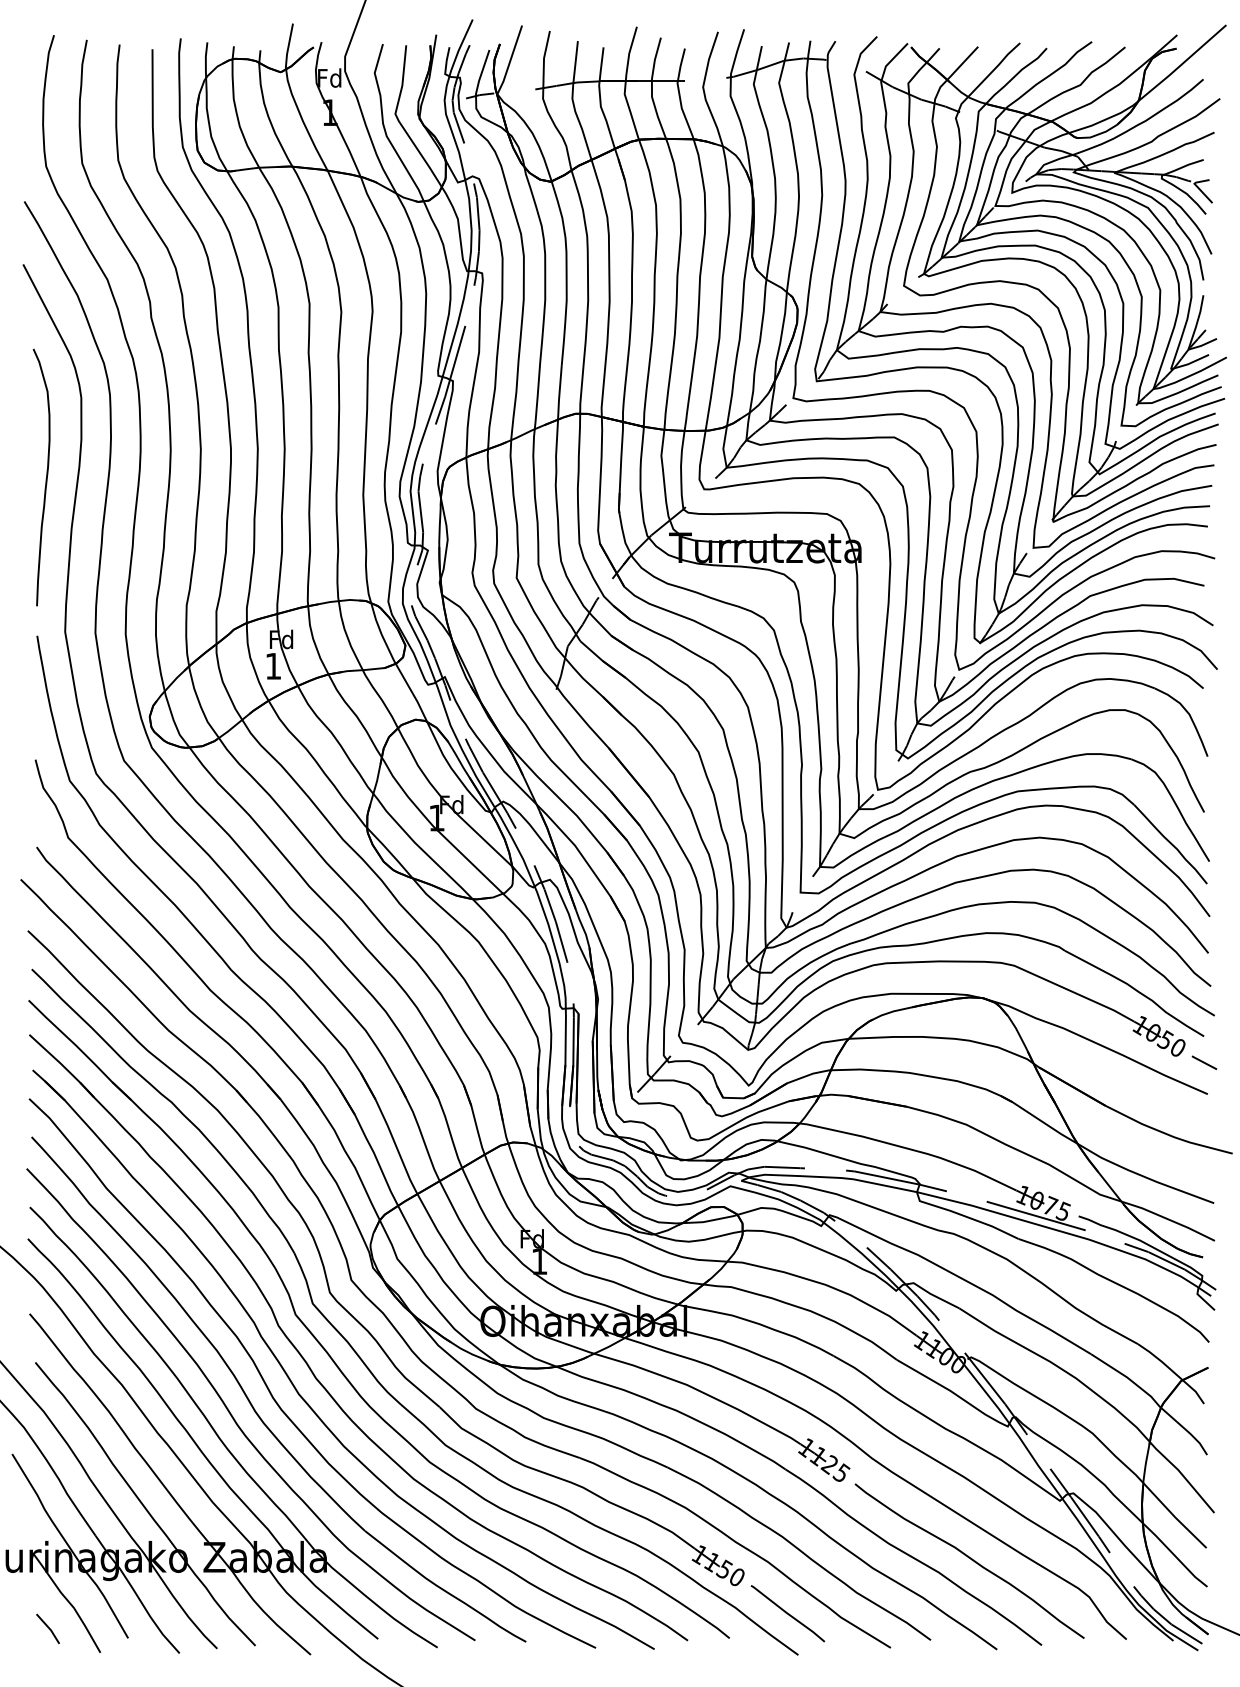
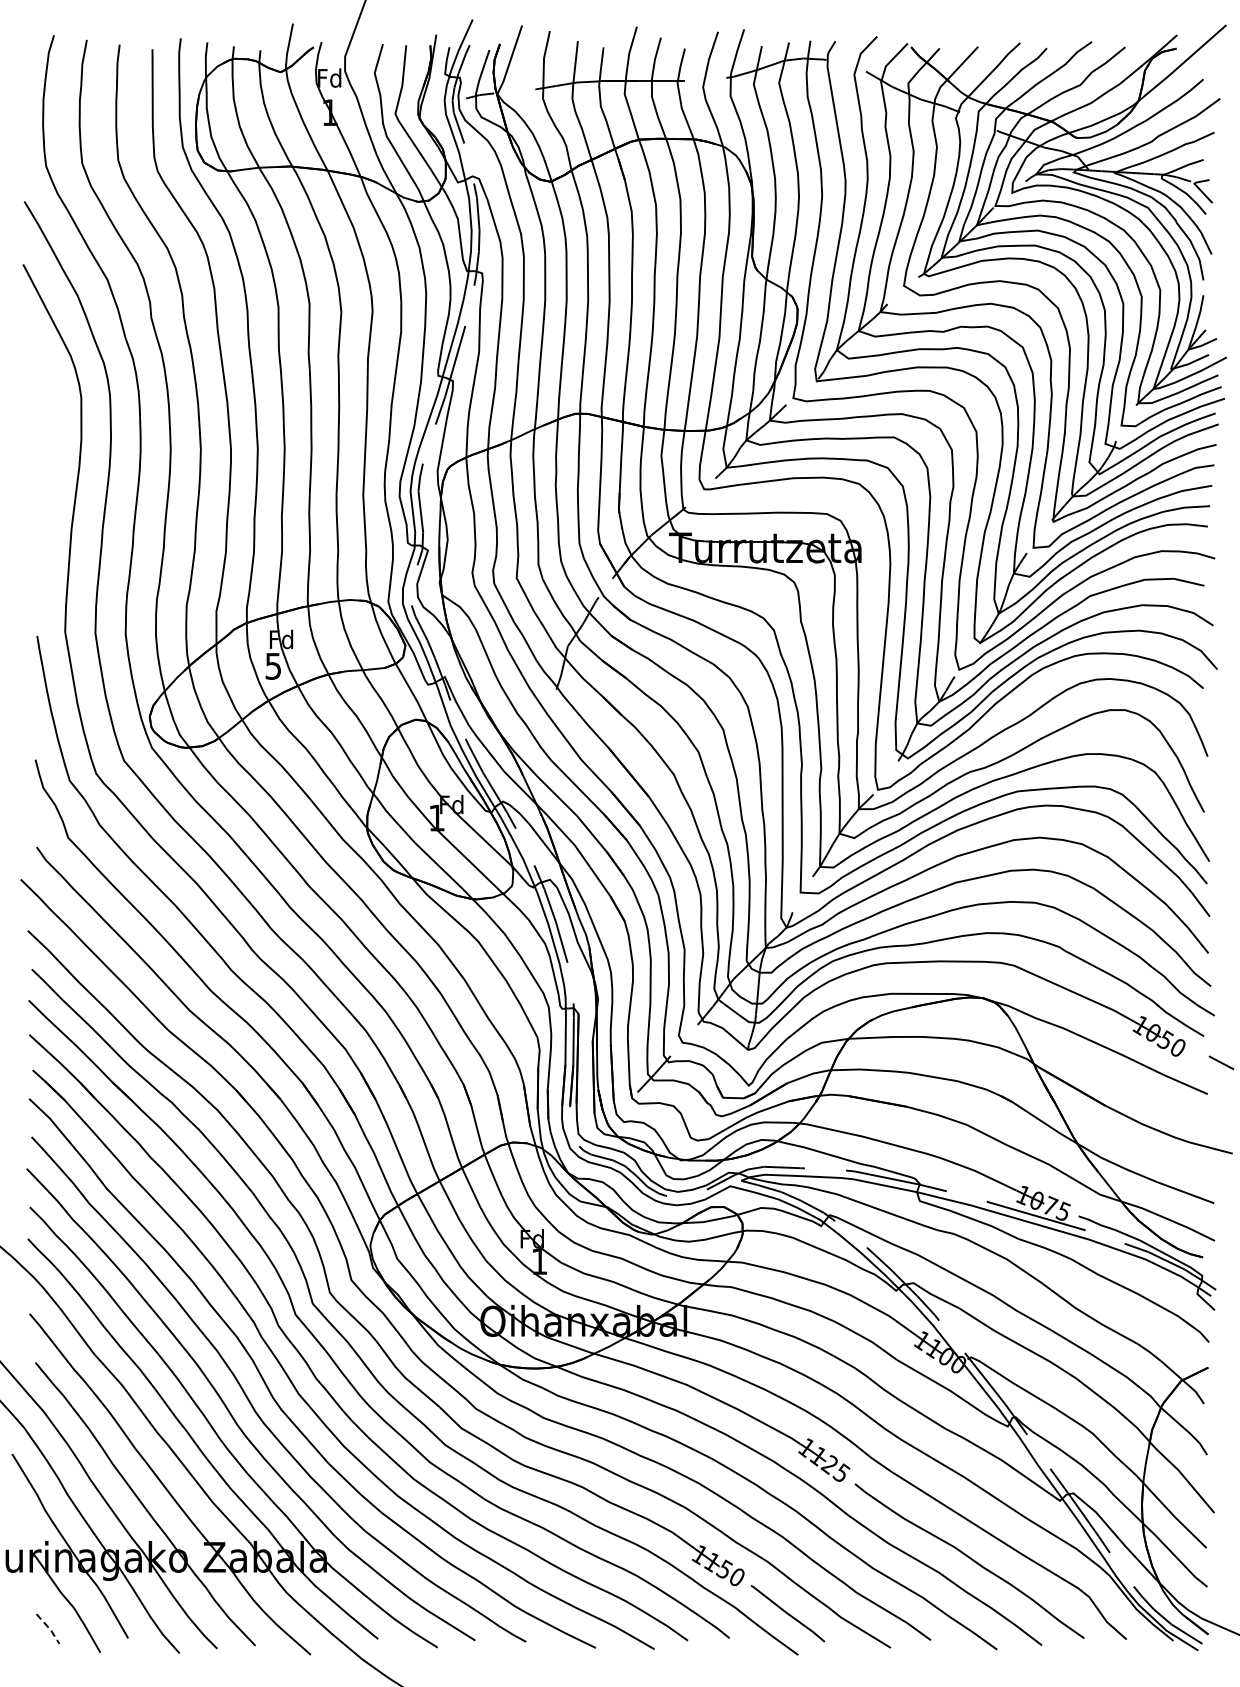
curve at (45, 479): present -> none
text at (272, 666): 1 -> 5
line at (1204, 1062) position: (1204, 1062) -> (1221, 1062)
line at (49, 1628): solid -> dashed
